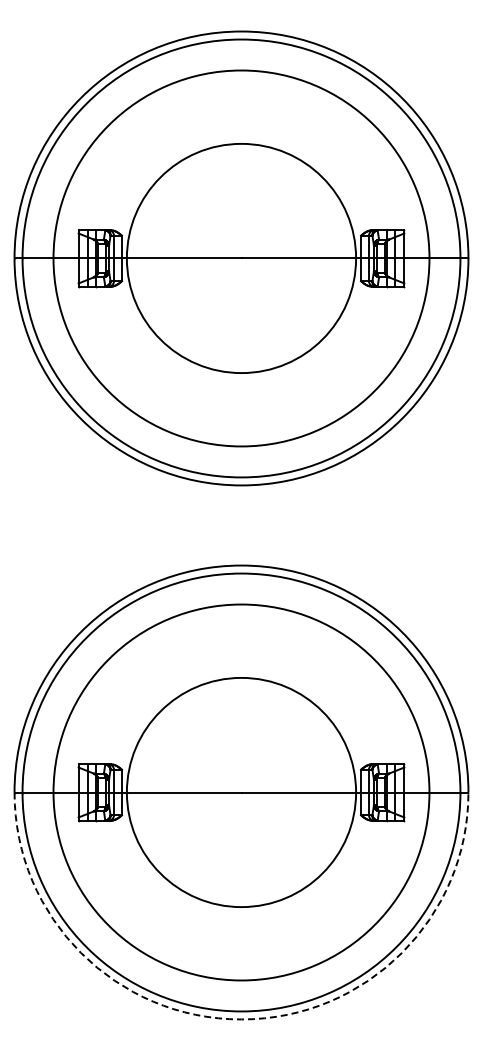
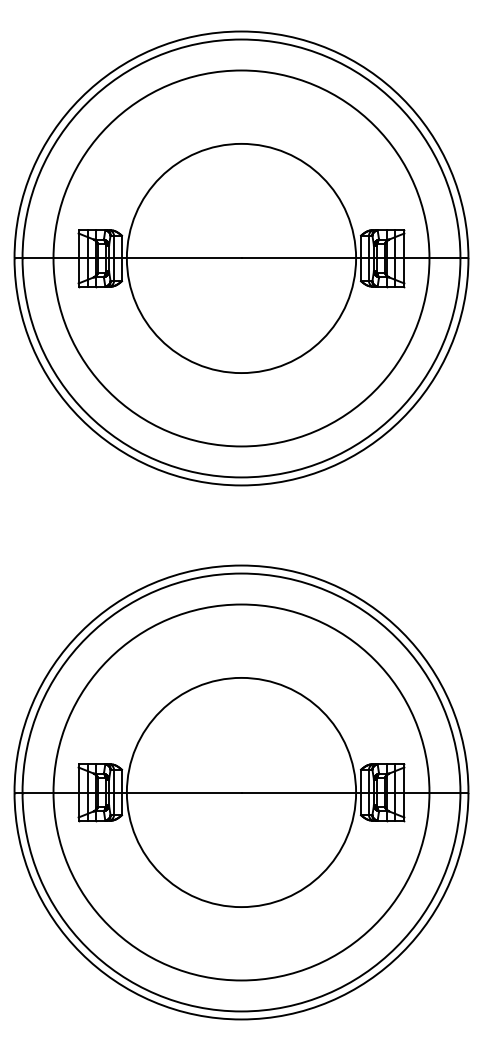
arc at (241, 1019): dashed -> solid
